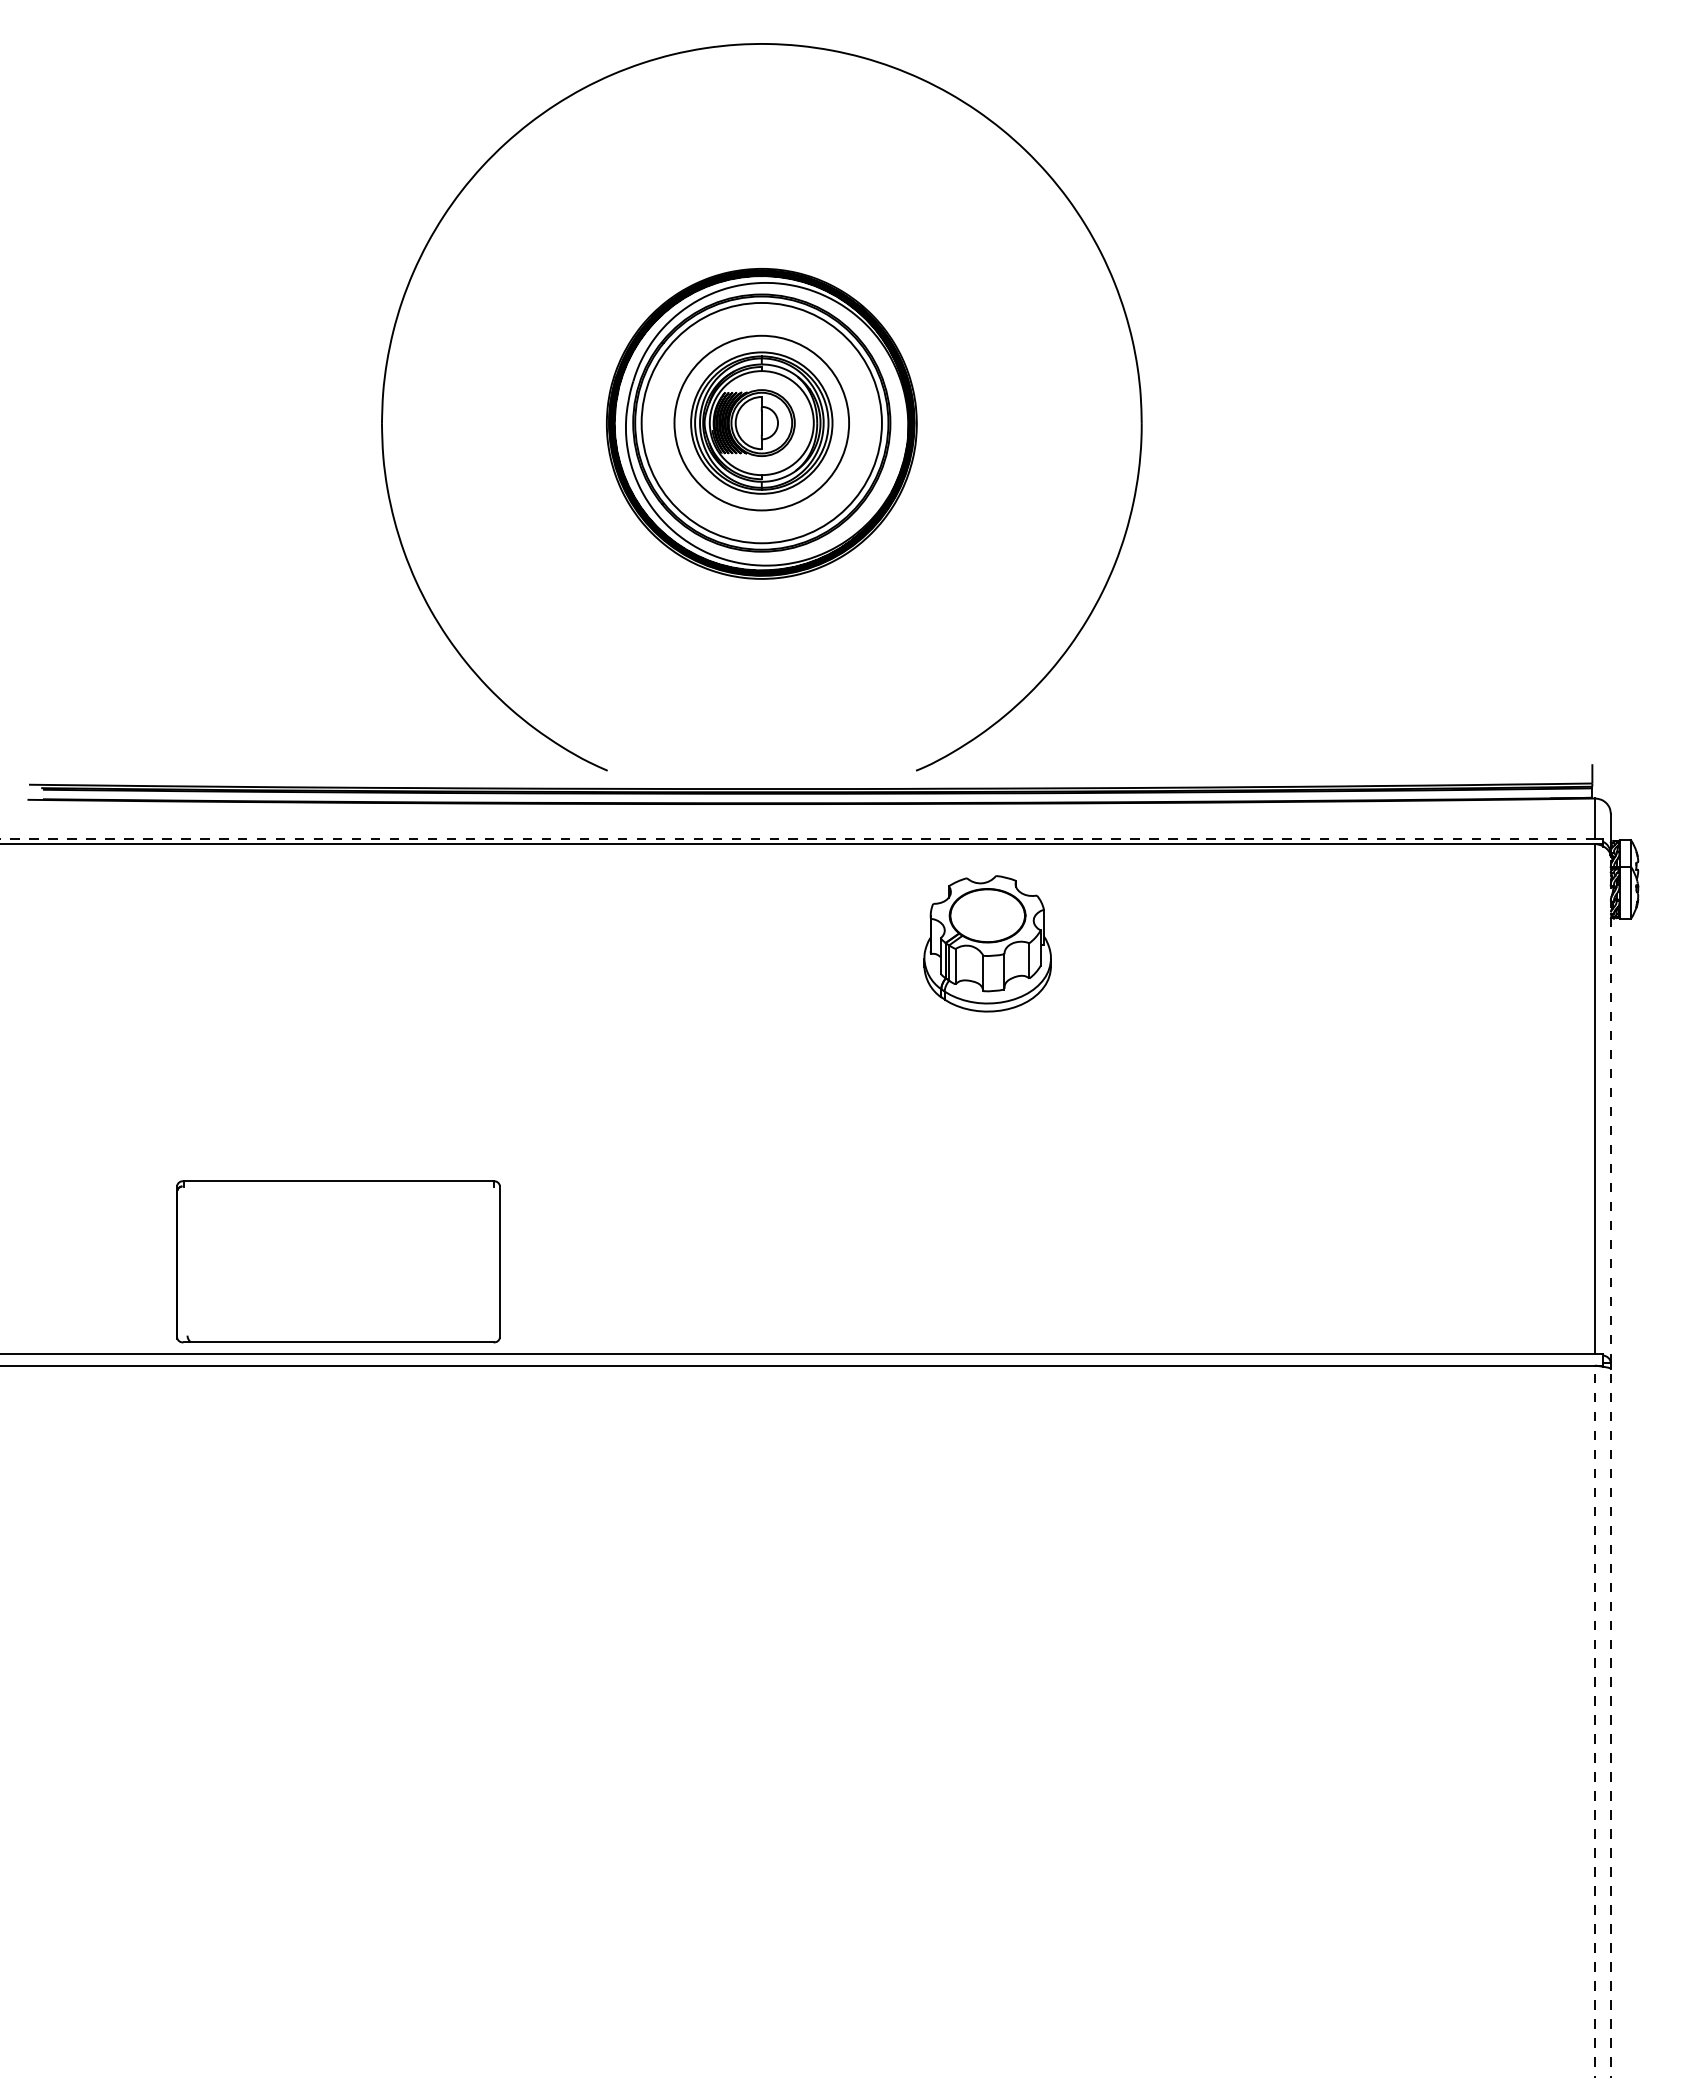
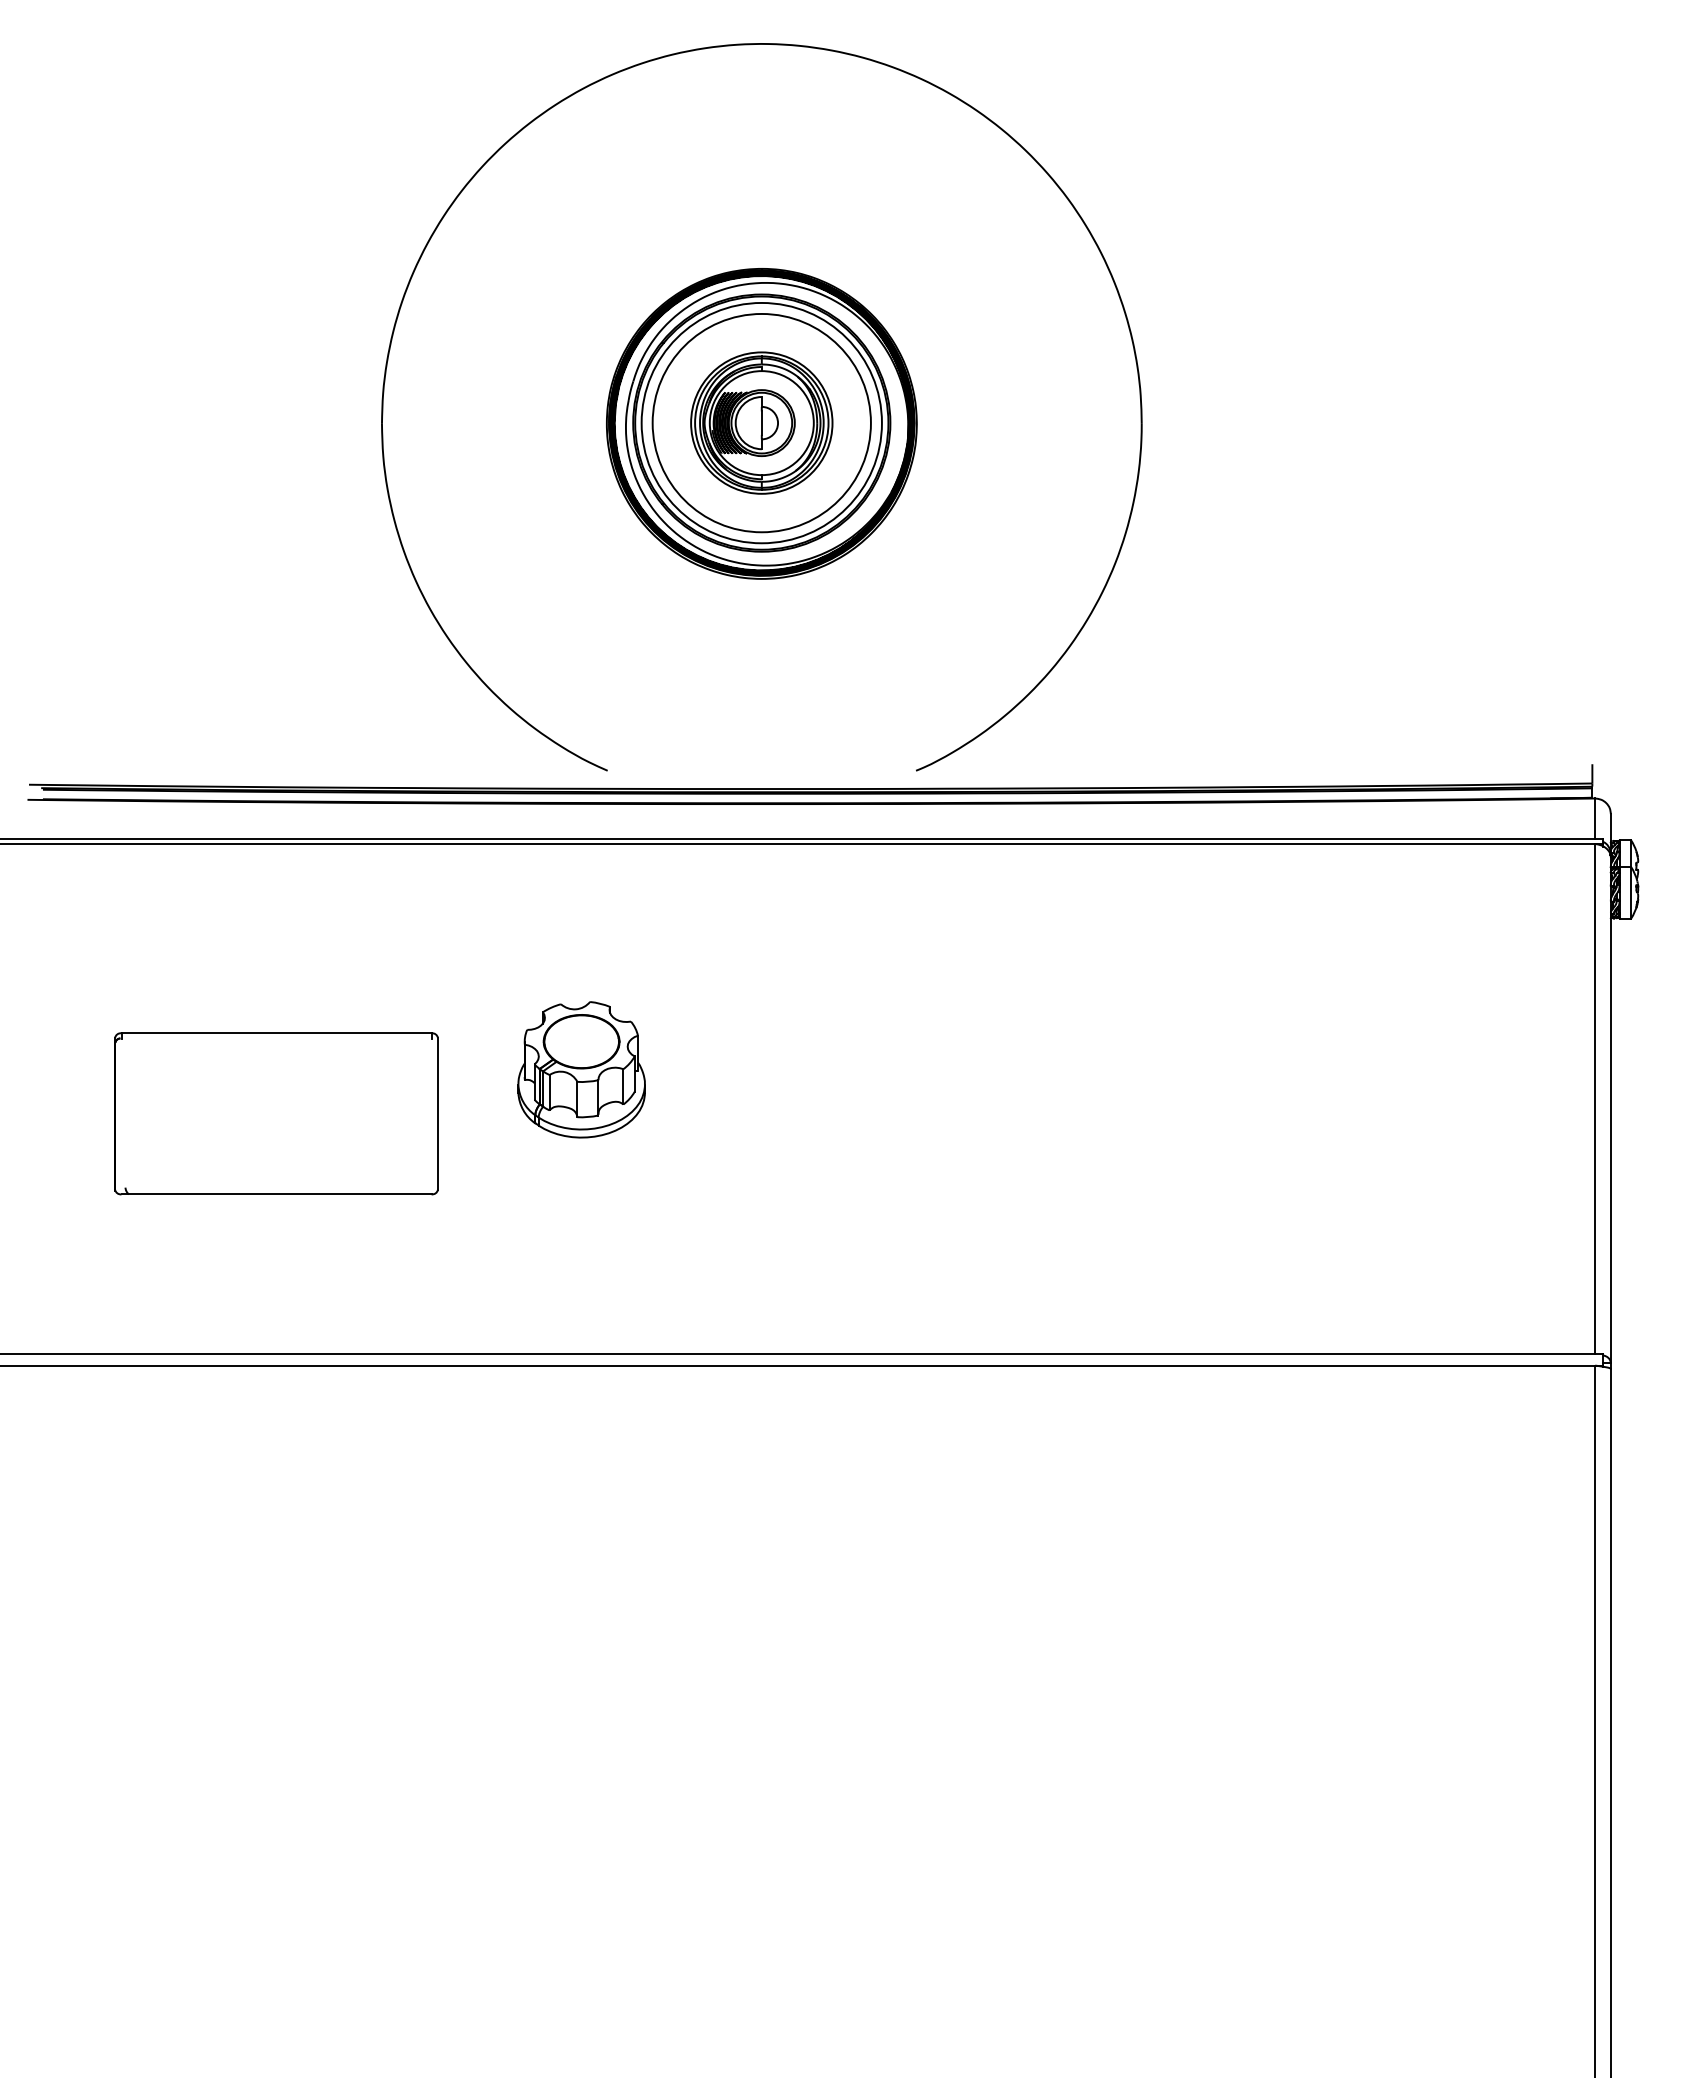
circle at (761, 422) diameter: 175 px -> 218 px
line at (797, 839): dashed -> solid
part at (987, 943) position: (987, 943) -> (581, 1069)
line at (1610, 1110): dashed -> solid
part at (338, 1261) position: (338, 1261) -> (276, 1113)
line at (1595, 1721): dashed -> solid
line at (1610, 1722): dashed -> solid
